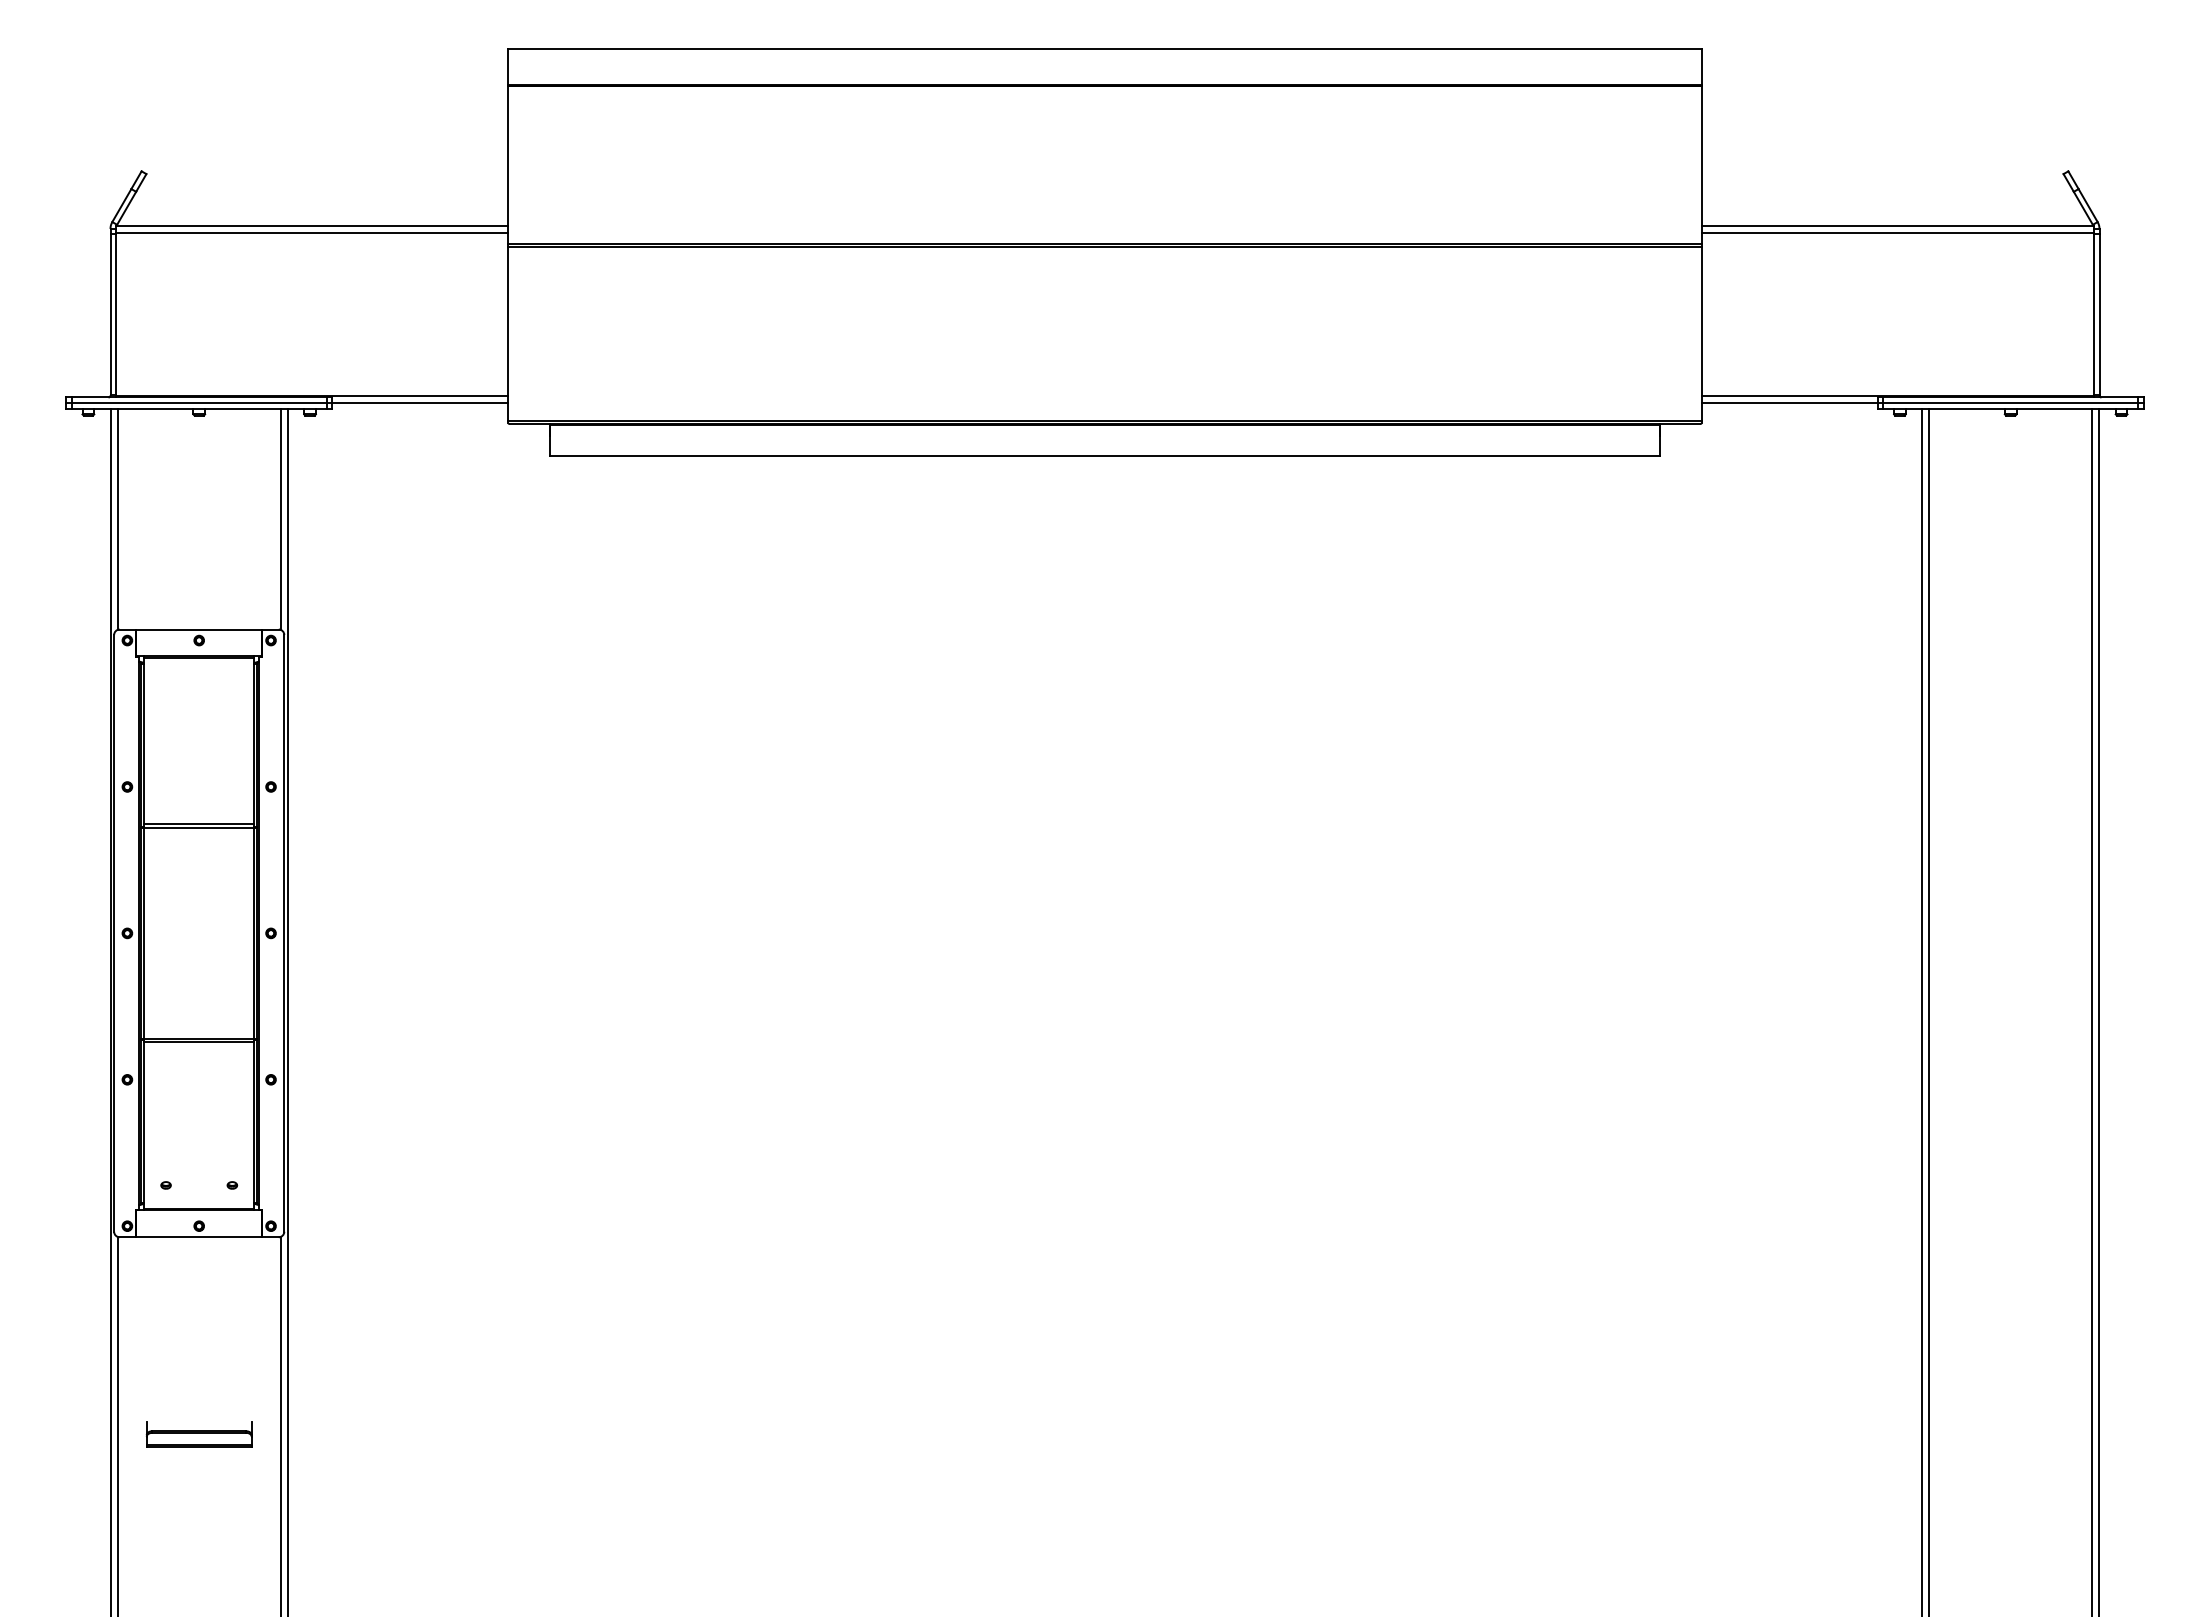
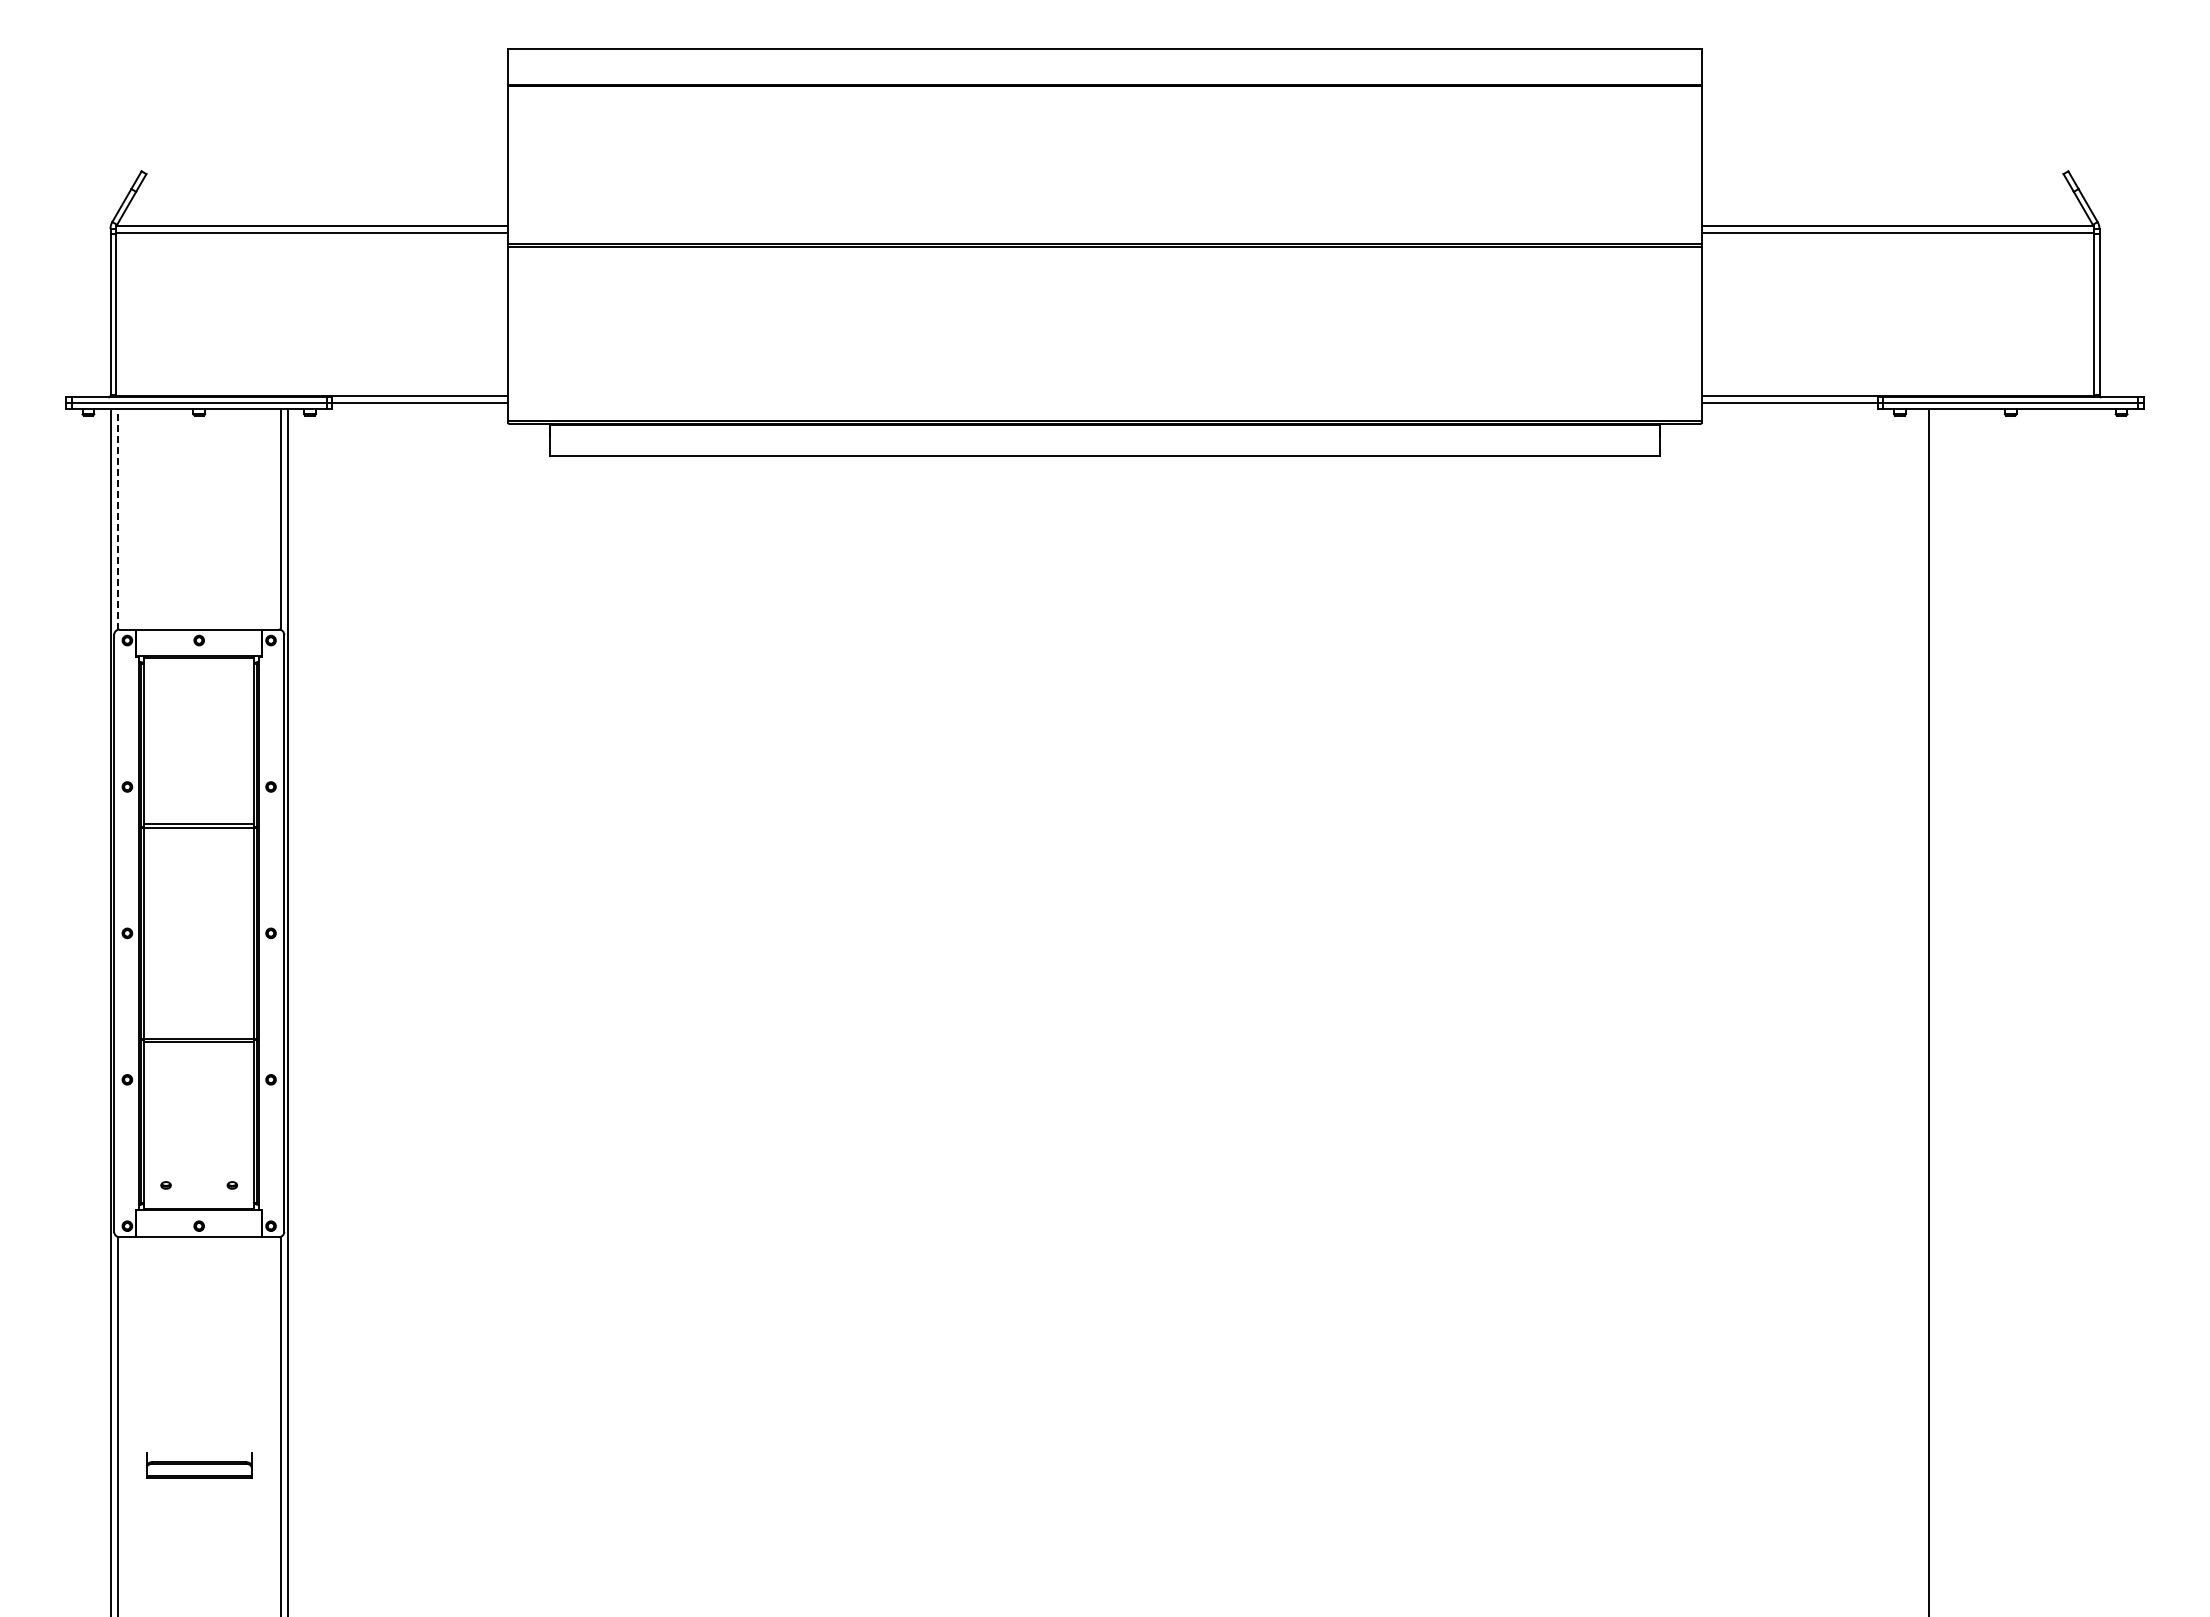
line at (117, 519): solid -> dashed
line at (1922, 1010): present -> none
line at (2092, 1010): present -> none
line at (2099, 1010): present -> none
part at (198, 1434) position: (198, 1434) -> (198, 1465)
